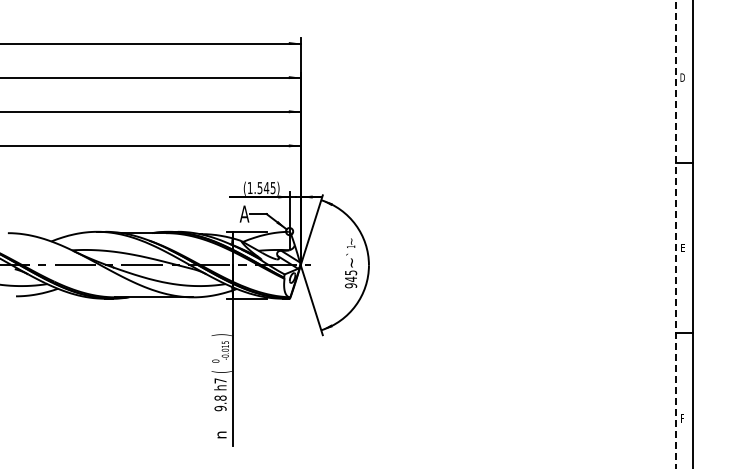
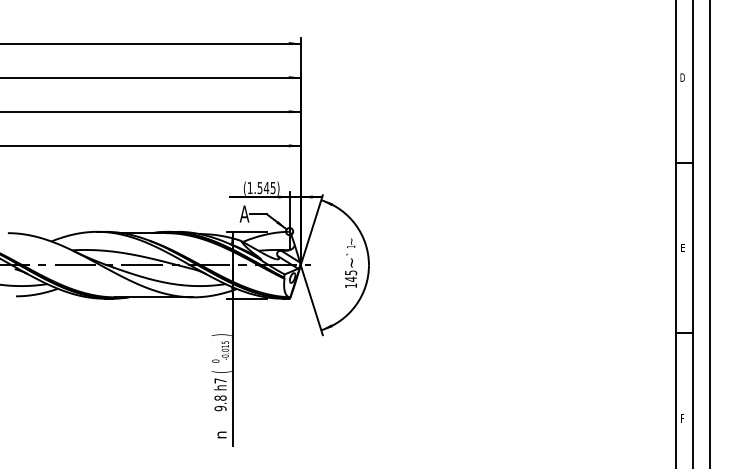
line at (710, 233): none -> present
line at (675, 234): dashed -> solid
text at (351, 285): 945 -> 145
